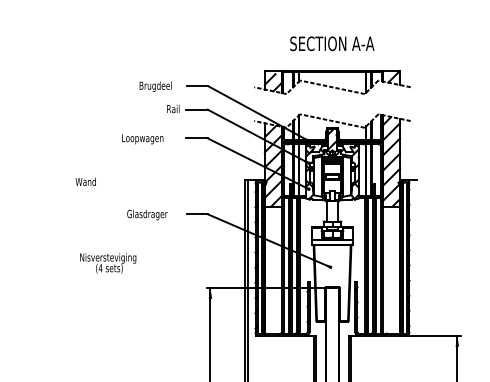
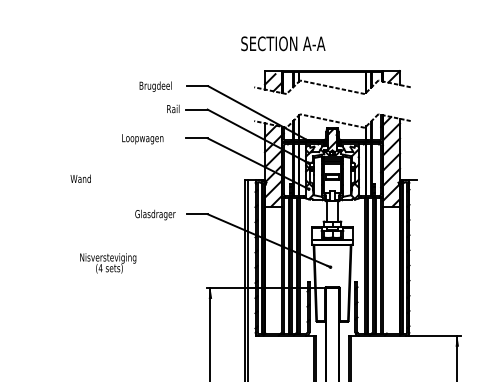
text at (332, 43) position: (332, 43) -> (283, 43)
text at (85, 181) position: (85, 181) -> (80, 178)
text at (147, 214) position: (147, 214) -> (155, 214)
